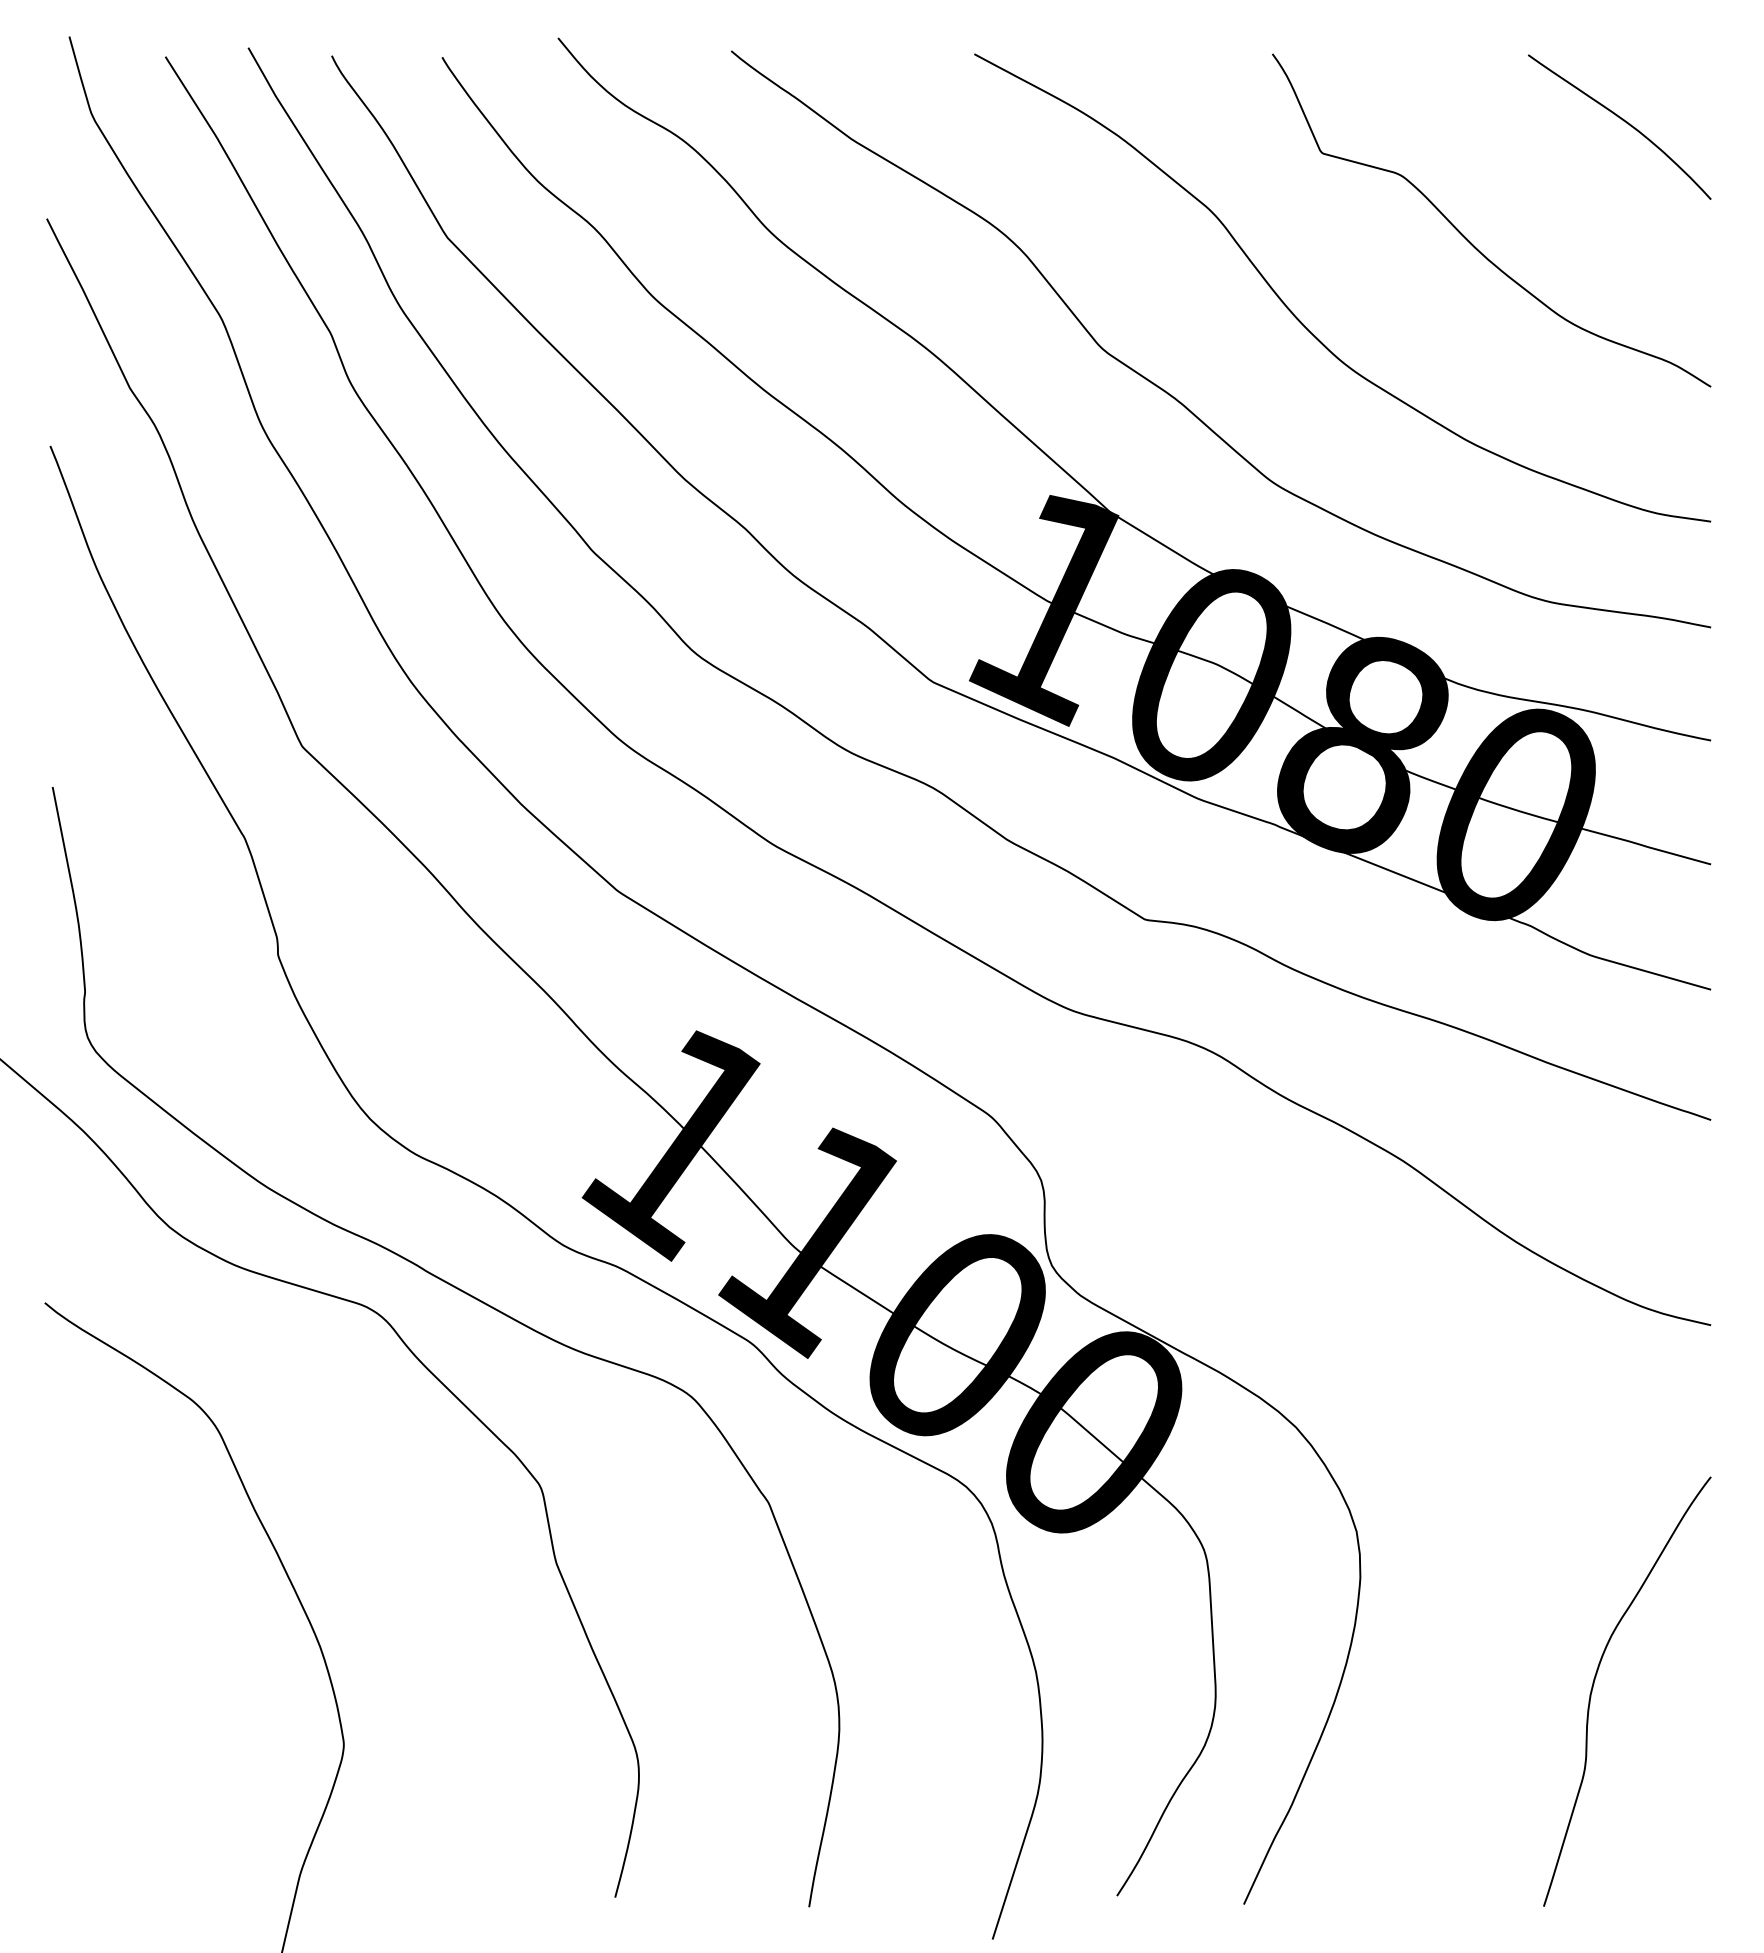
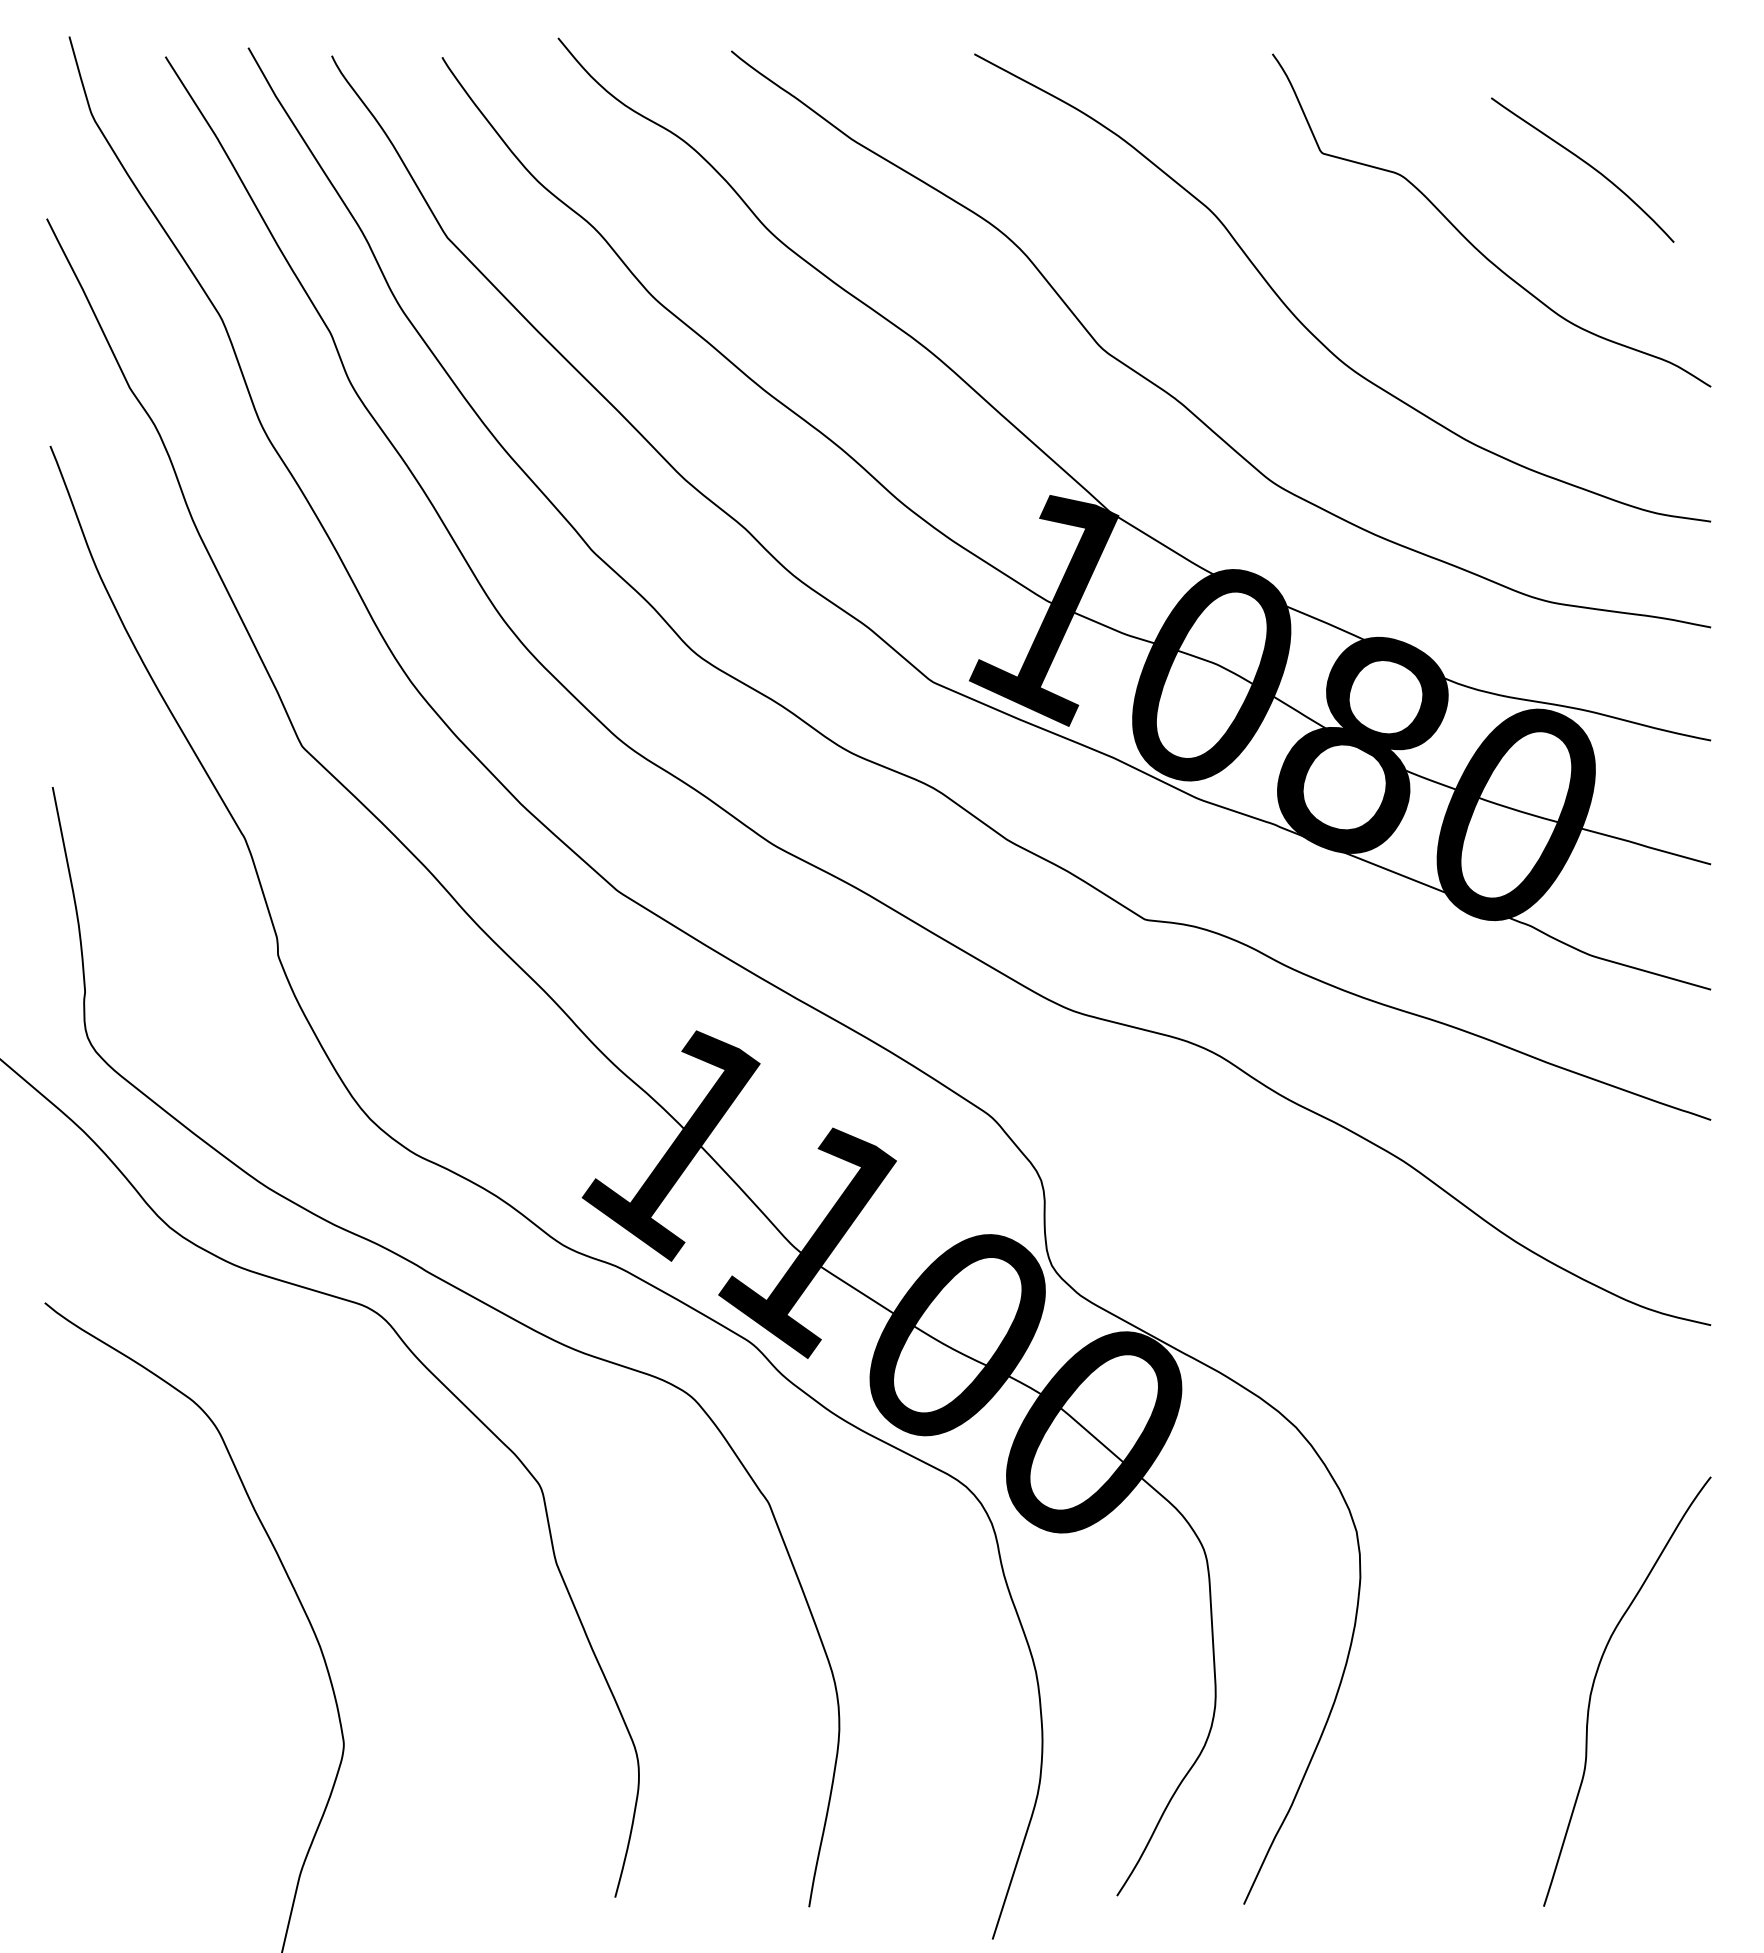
curve at (1623, 121) position: (1623, 121) -> (1586, 164)
